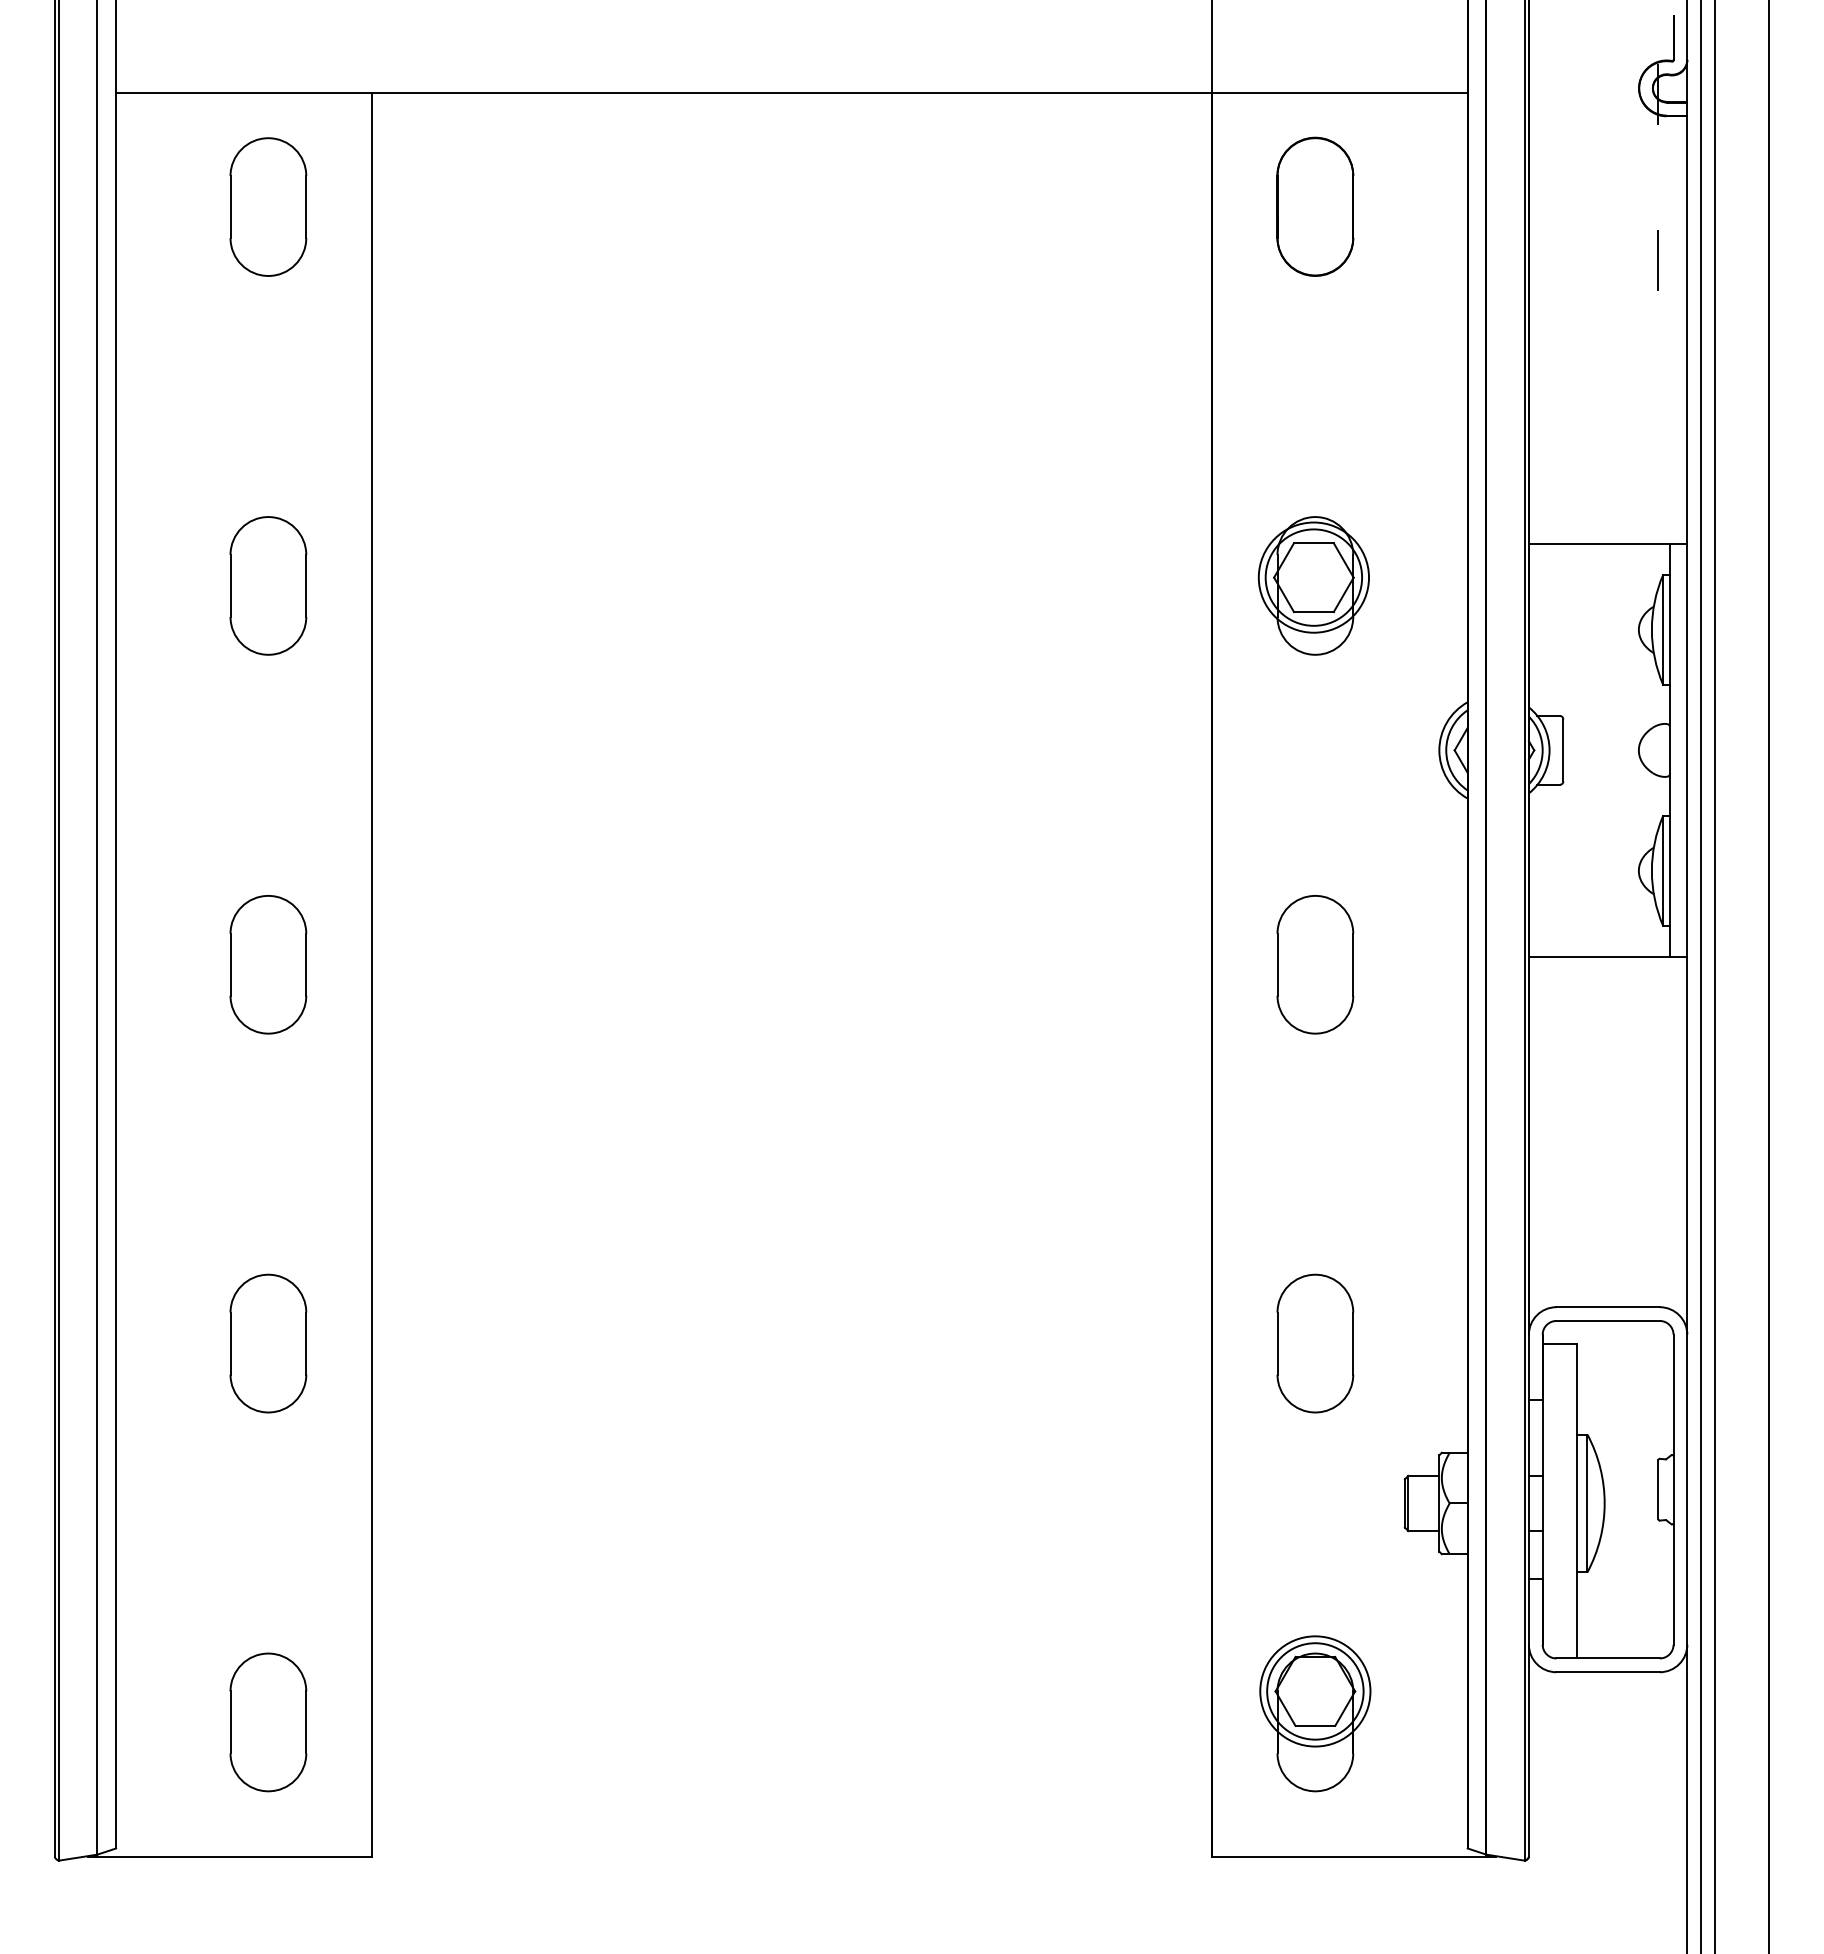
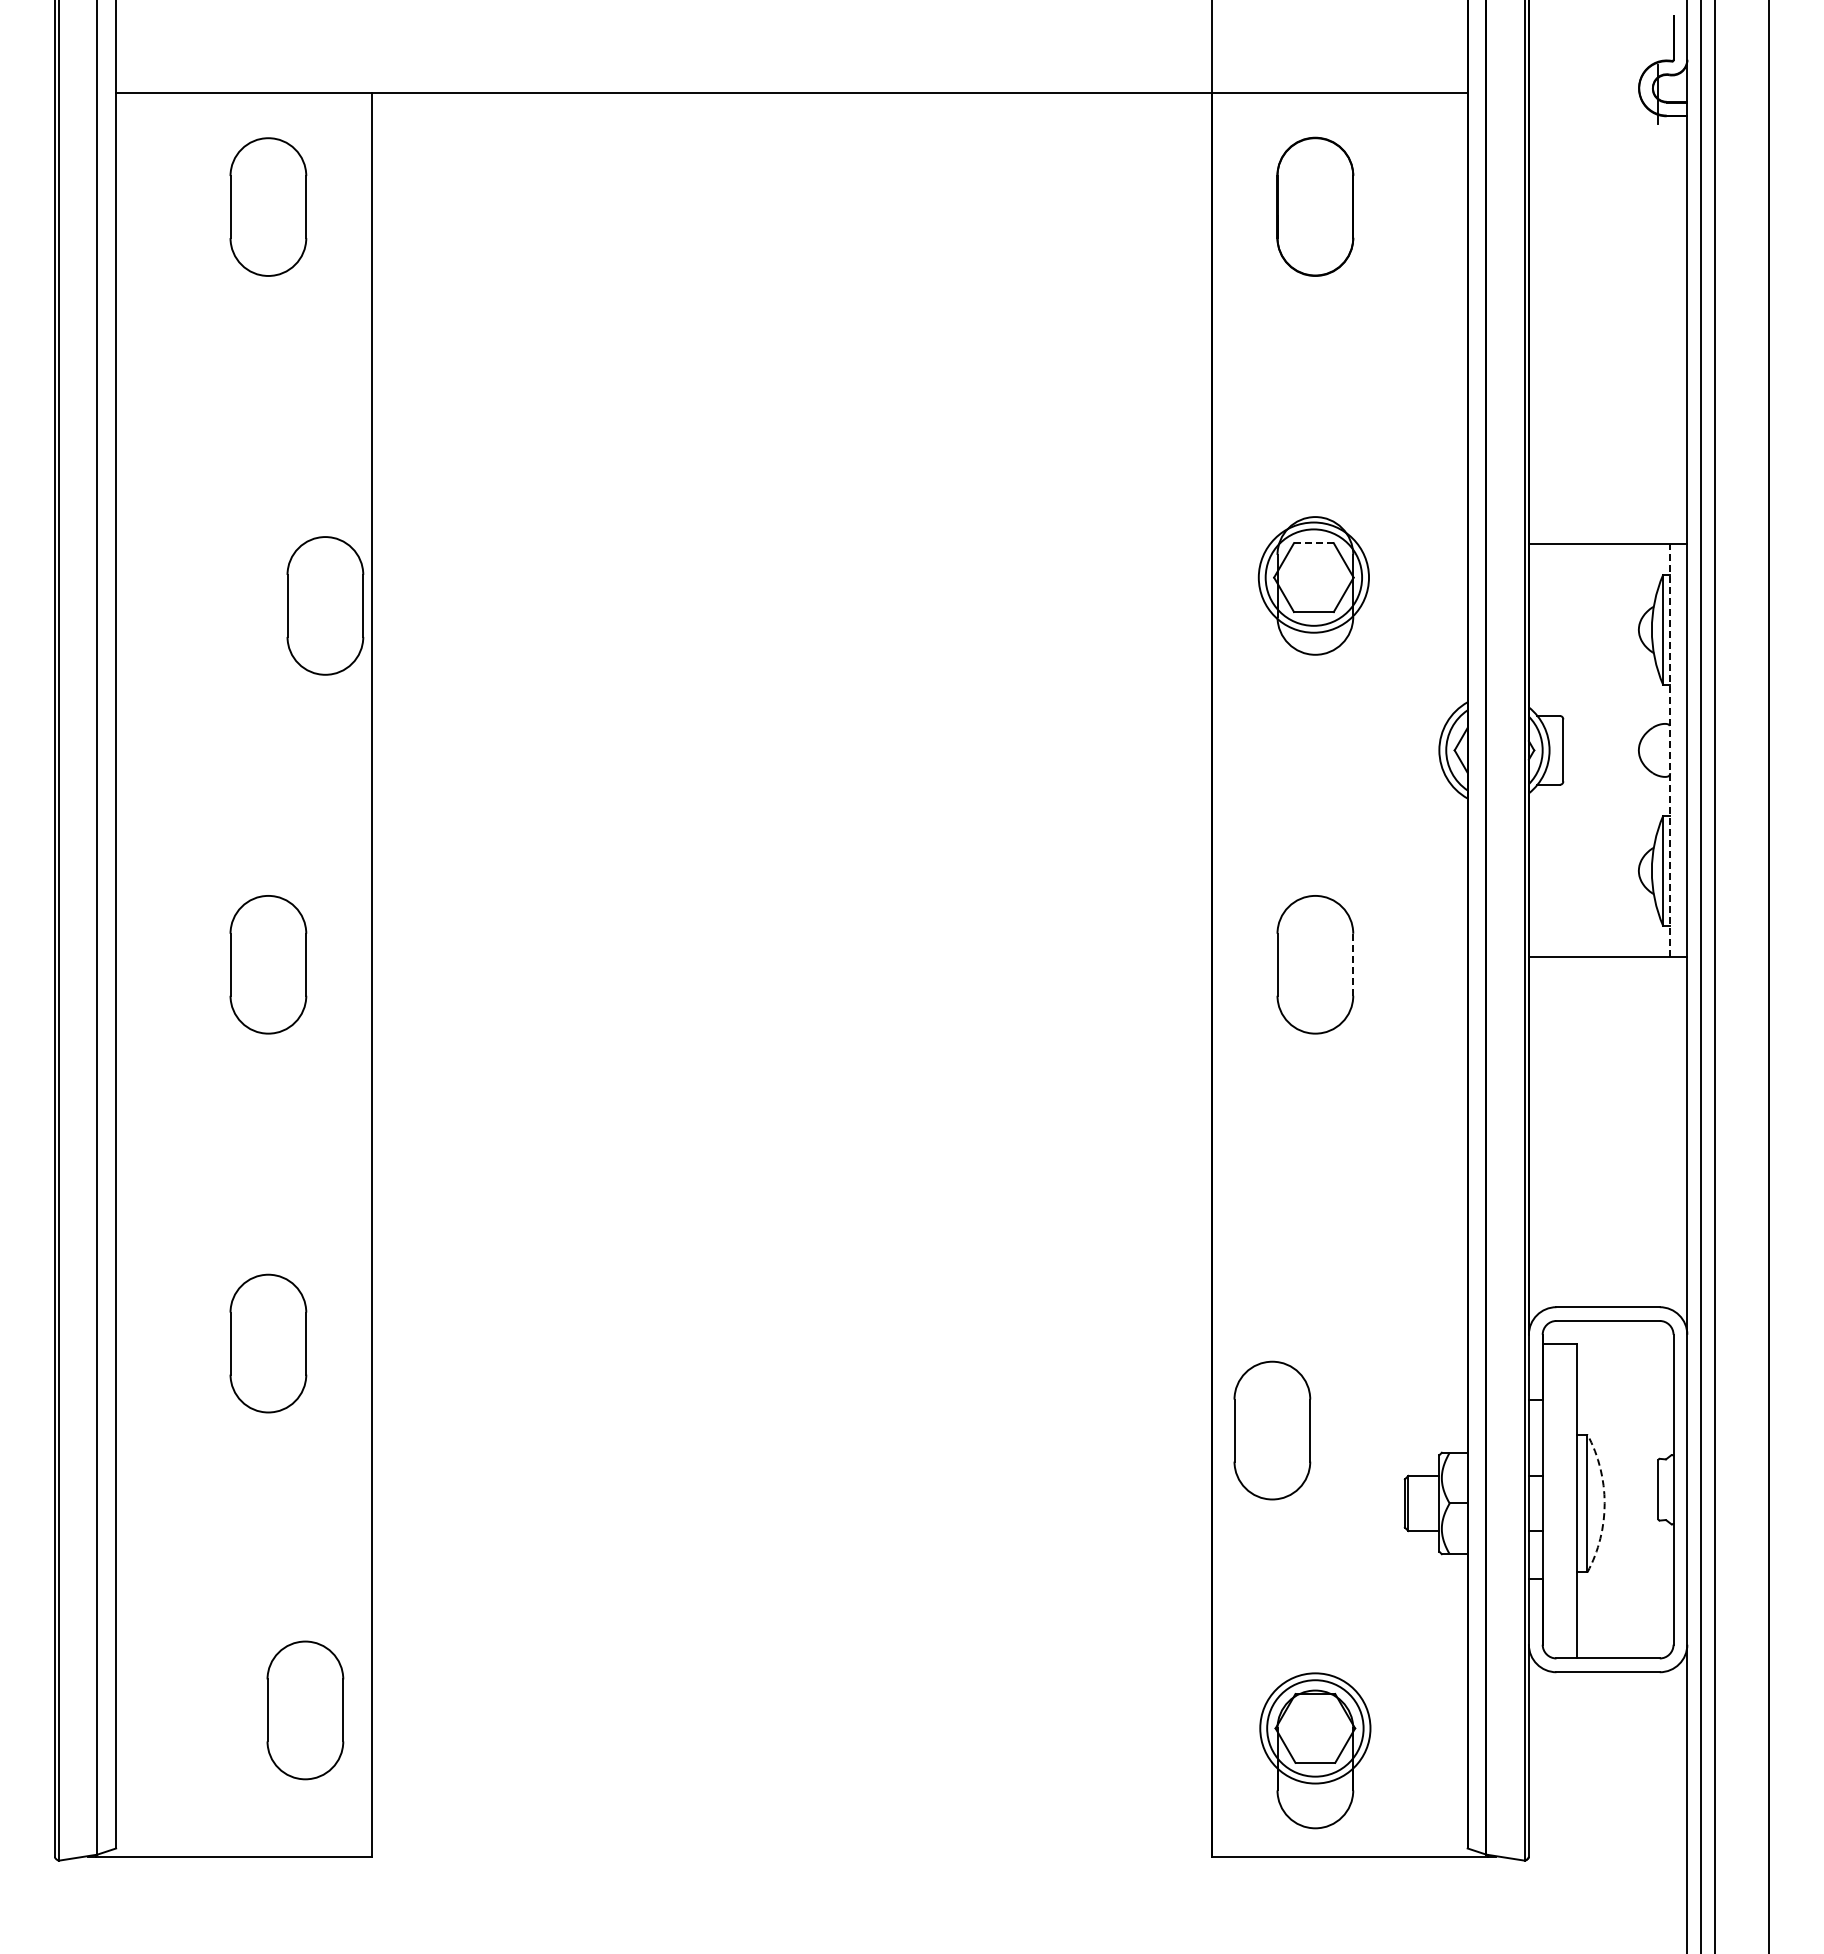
line at (1658, 259): present -> none
line at (1313, 543): solid -> dashed
part at (268, 585) position: (268, 585) -> (325, 605)
line at (1670, 750): solid -> dashed
line at (1353, 964): solid -> dashed
part at (1315, 1343) position: (1315, 1343) -> (1272, 1430)
arc at (1604, 1503): solid -> dashed
part at (1315, 1713) position: (1315, 1713) -> (1315, 1750)
part at (268, 1722) position: (268, 1722) -> (305, 1710)
